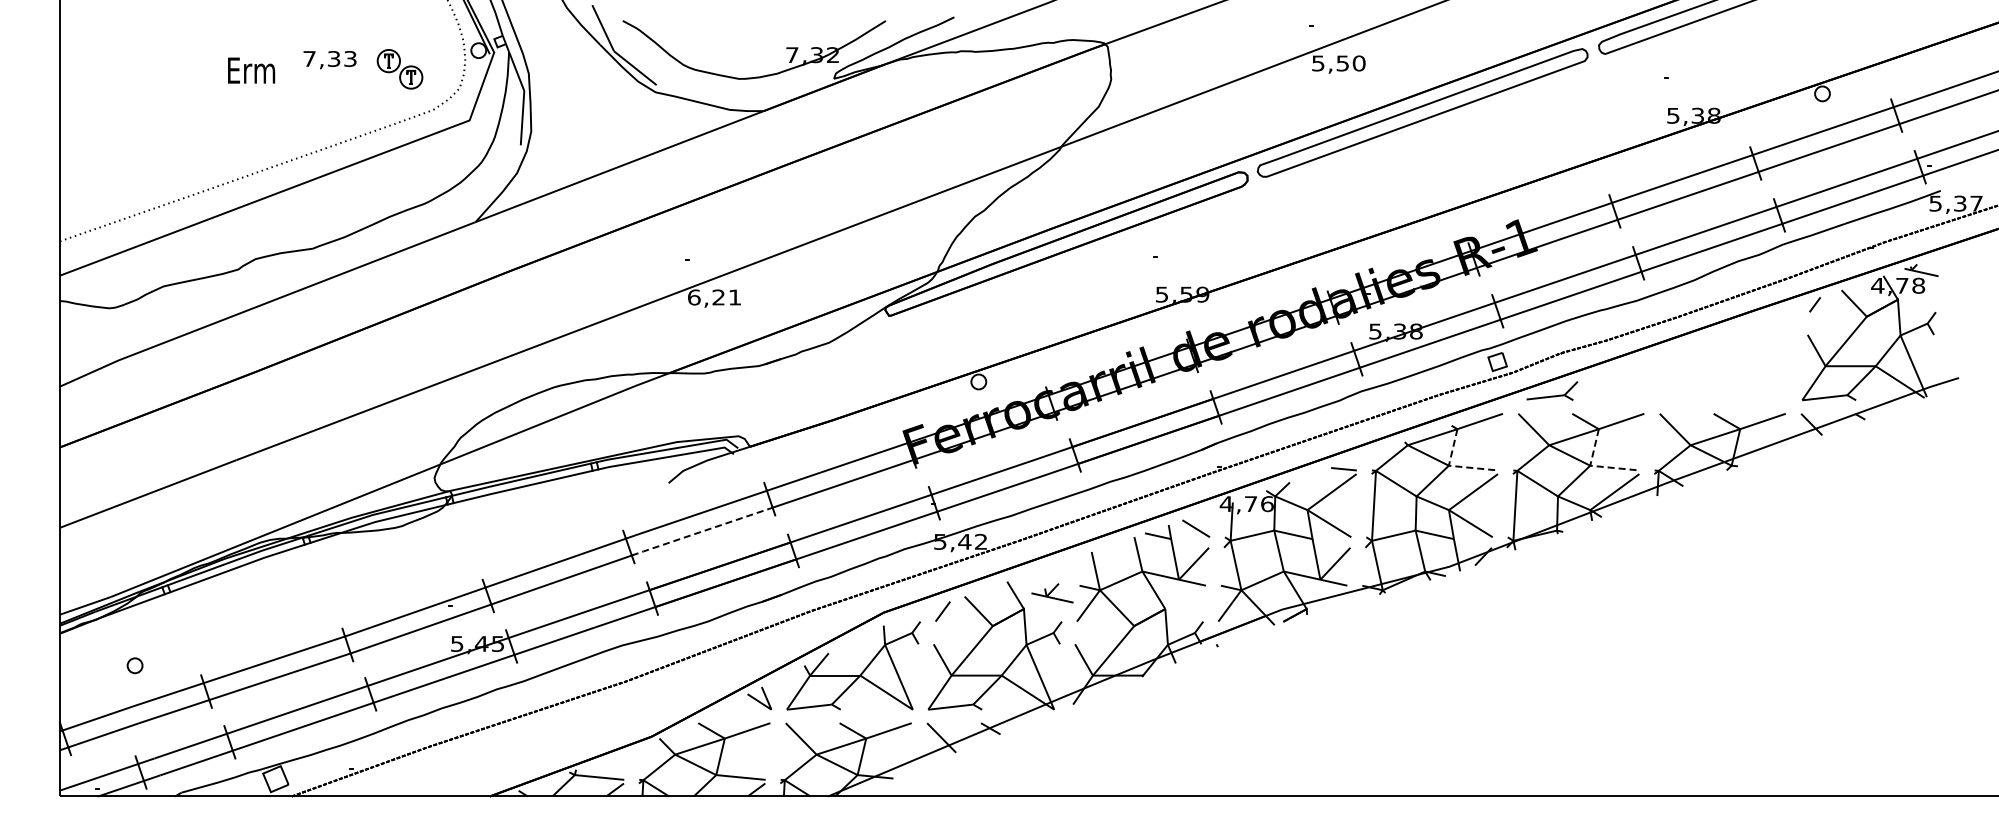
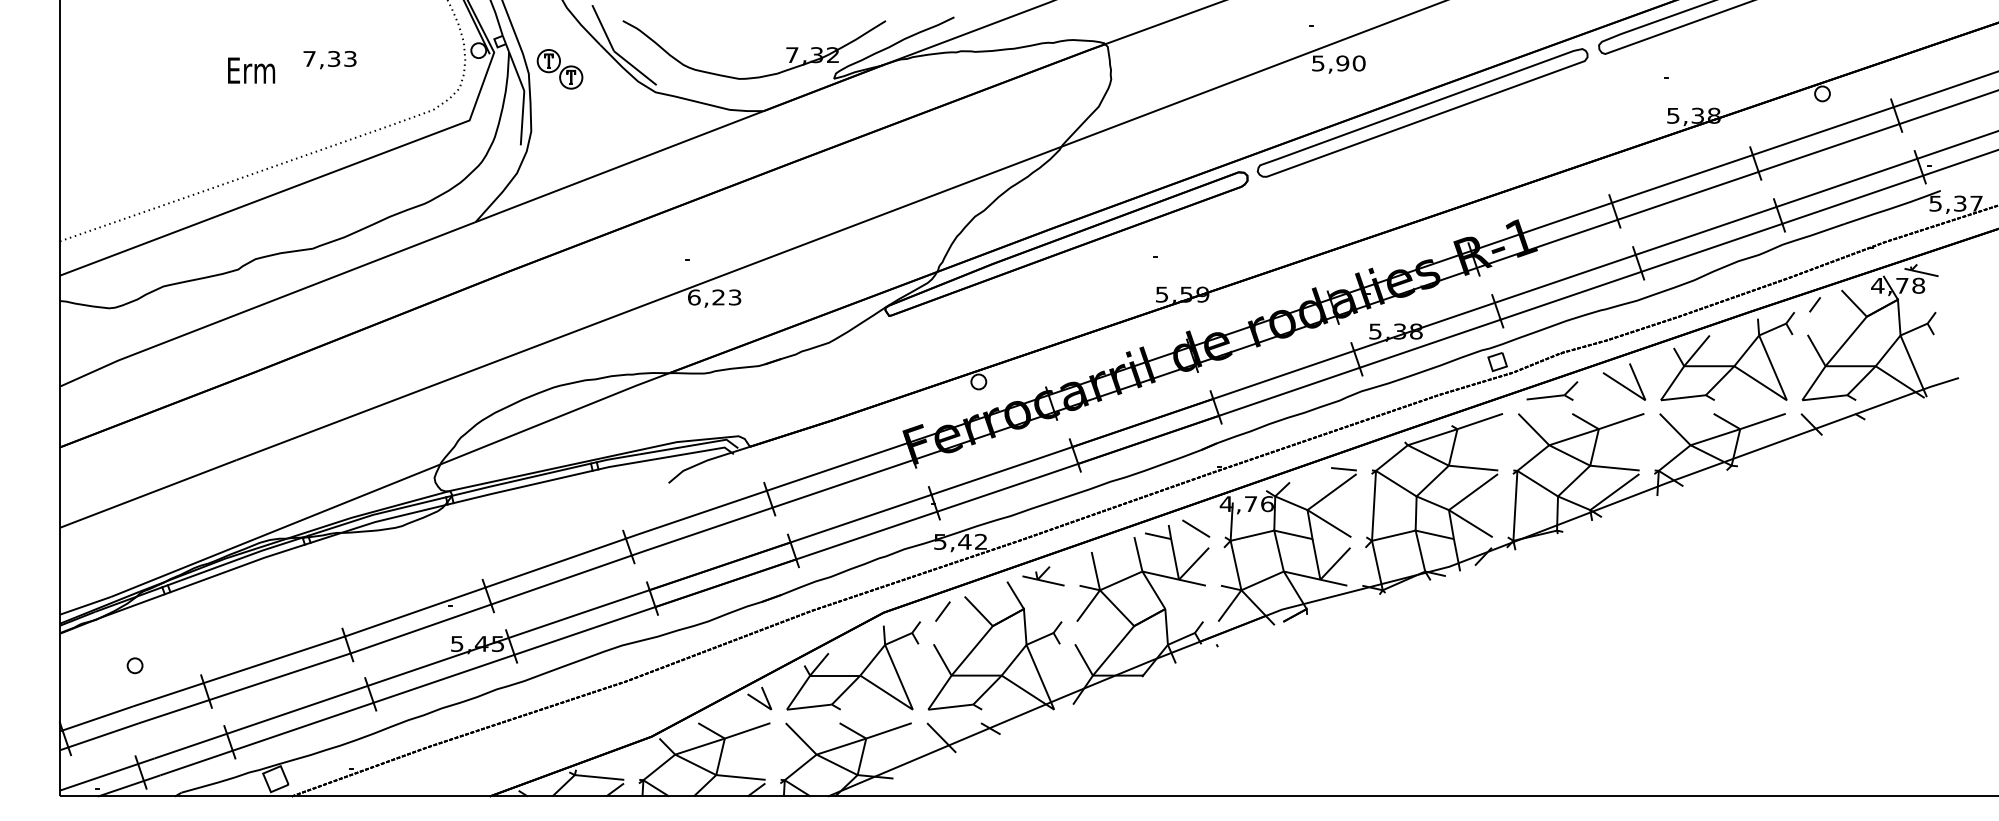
text at (1342, 63): 5,50 -> 5,90
part at (399, 69) position: (399, 69) -> (559, 69)
text at (735, 297): 6,21 -> 6,23
part at (1727, 365): none -> present
line at (1623, 384): none -> present
line at (1454, 466): dashed -> solid
line at (1596, 466): dashed -> solid
line at (701, 531): dashed -> solid
part at (1052, 593) position: (1052, 593) -> (1043, 576)
